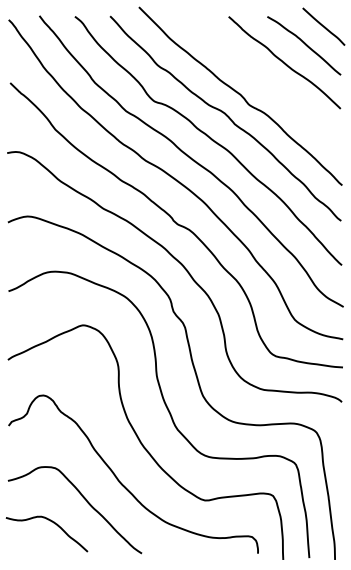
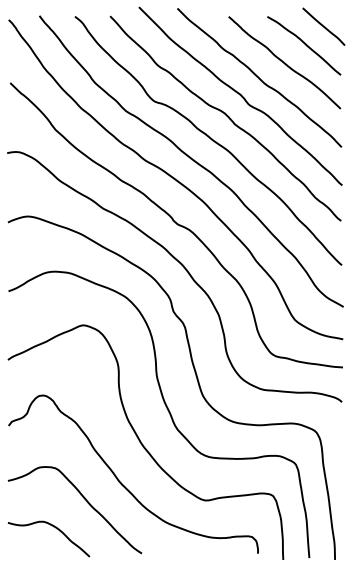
curve at (259, 77): none -> present
curve at (51, 522) position: (51, 522) -> (53, 527)
